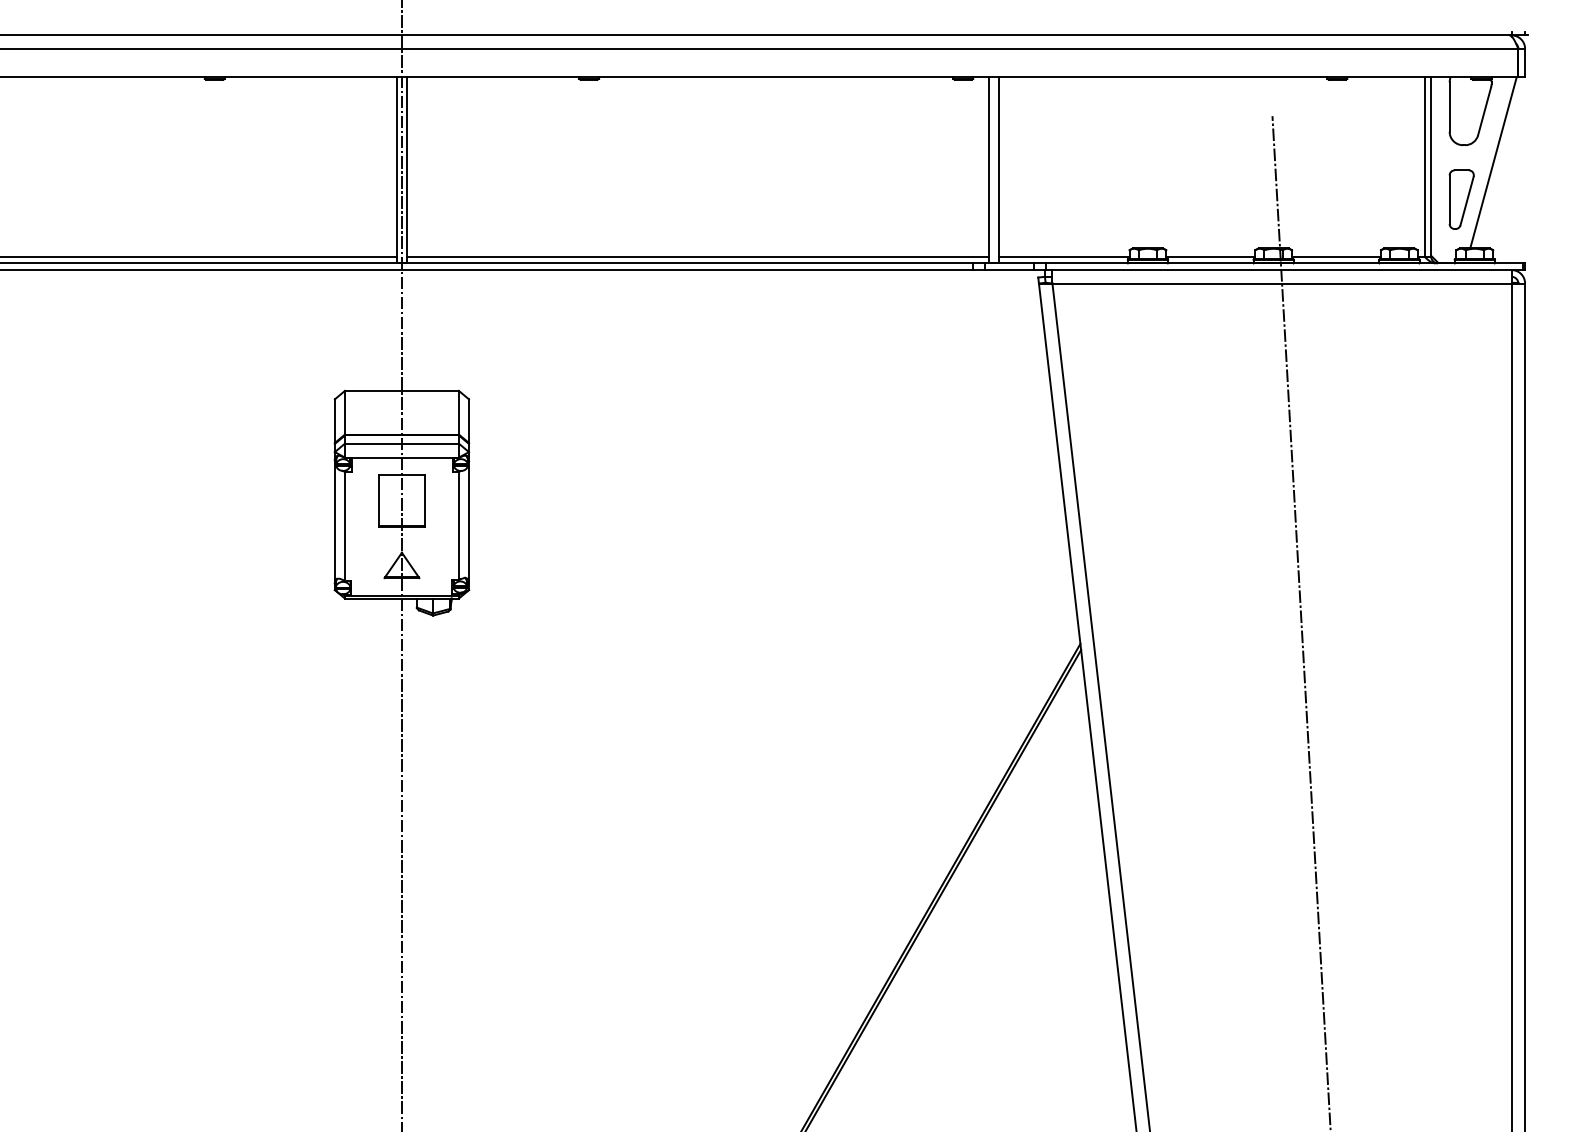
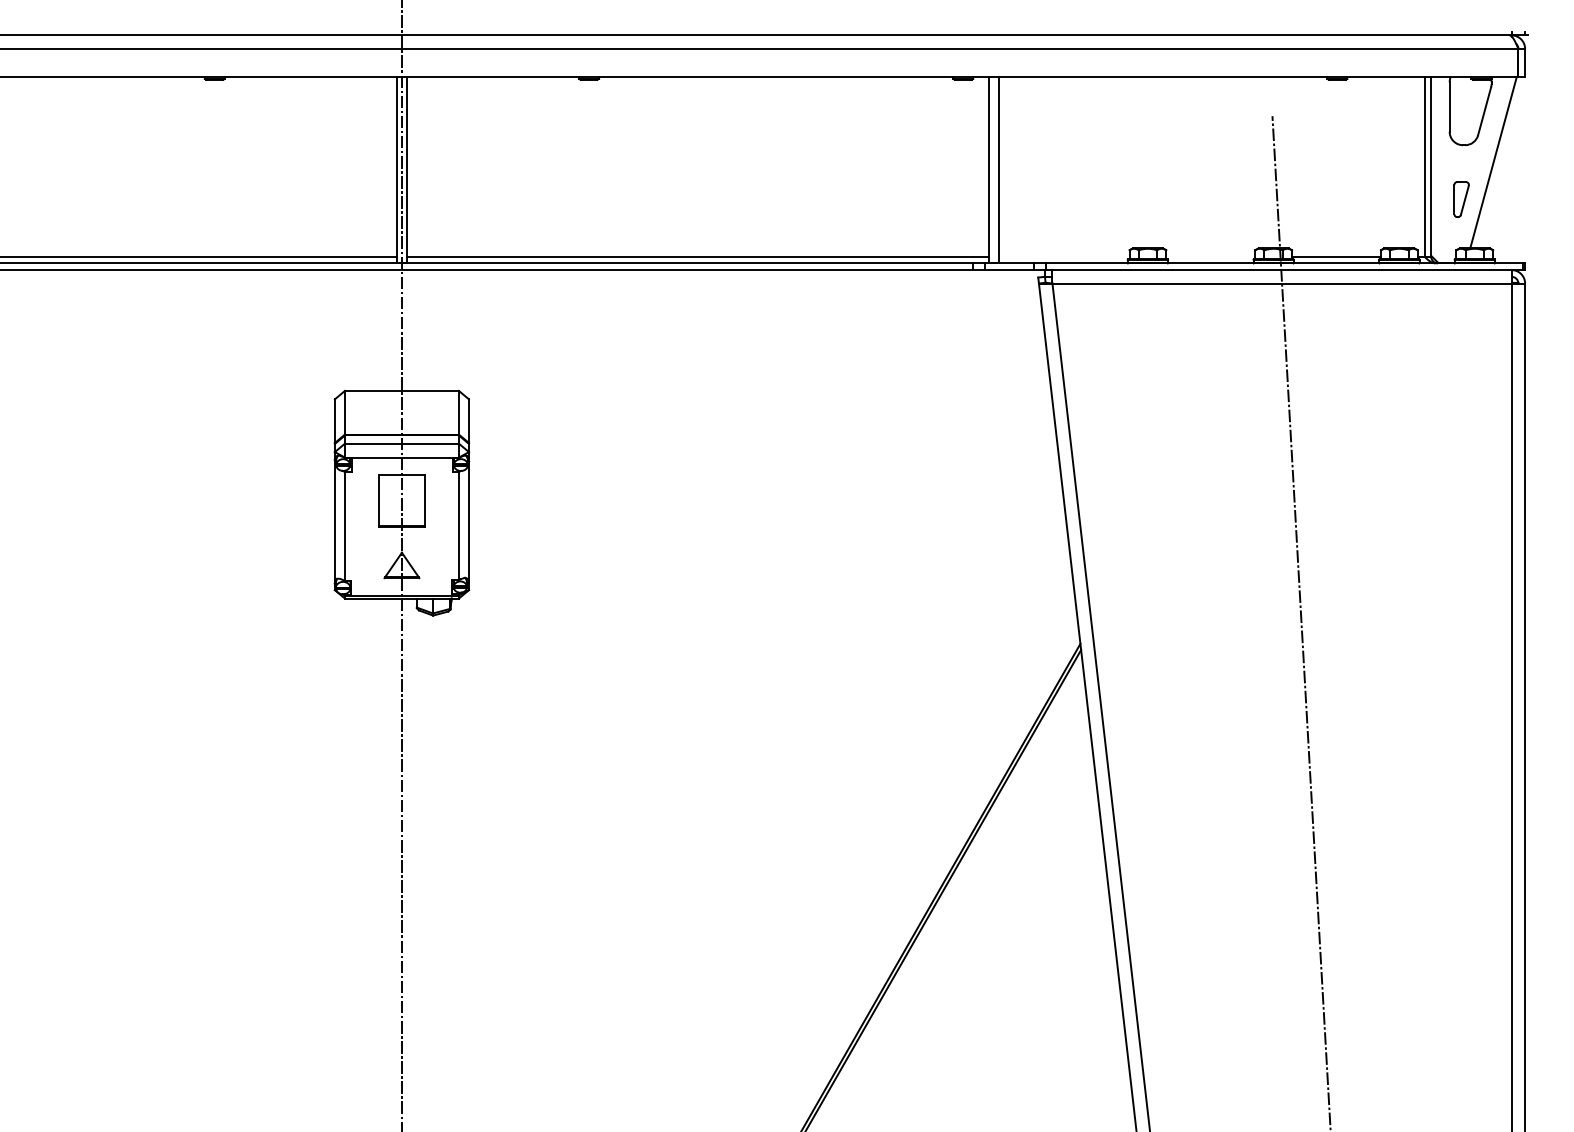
part at (1461, 199) size: 27x61 px -> 17x37 px
line at (1063, 256): present -> none
line at (1210, 256): present -> none
